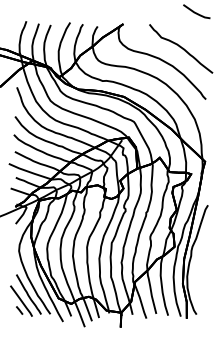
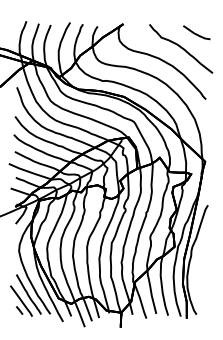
line at (196, 12) position: (196, 12) -> (196, 33)
